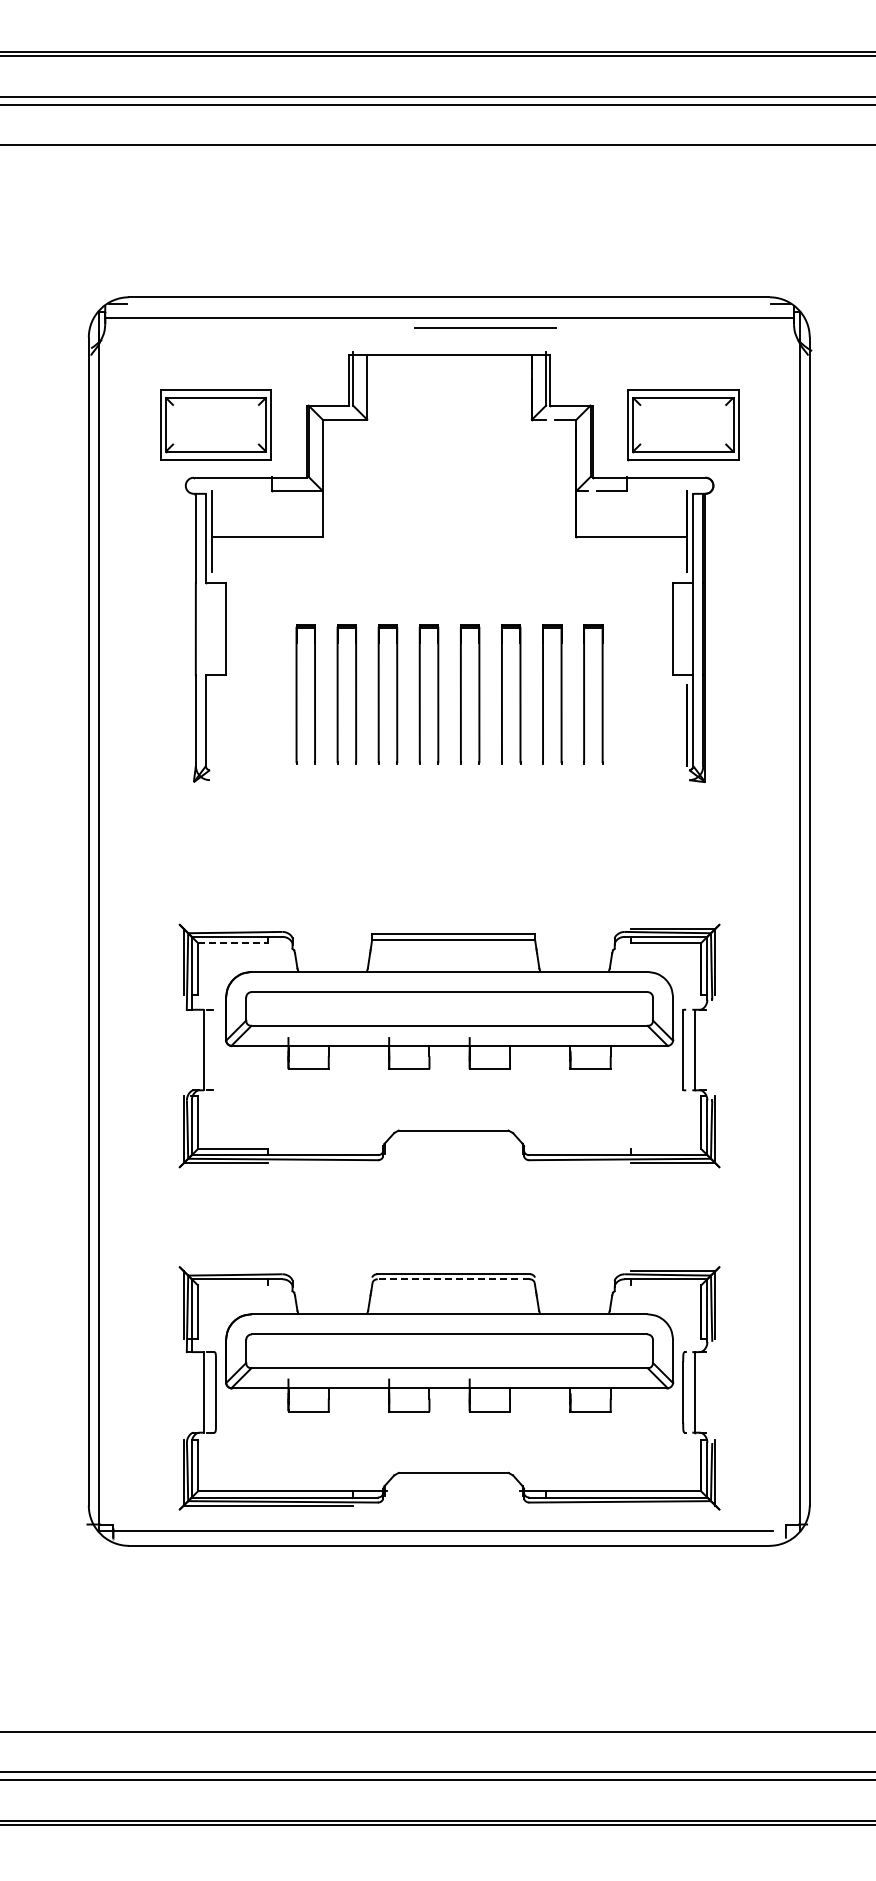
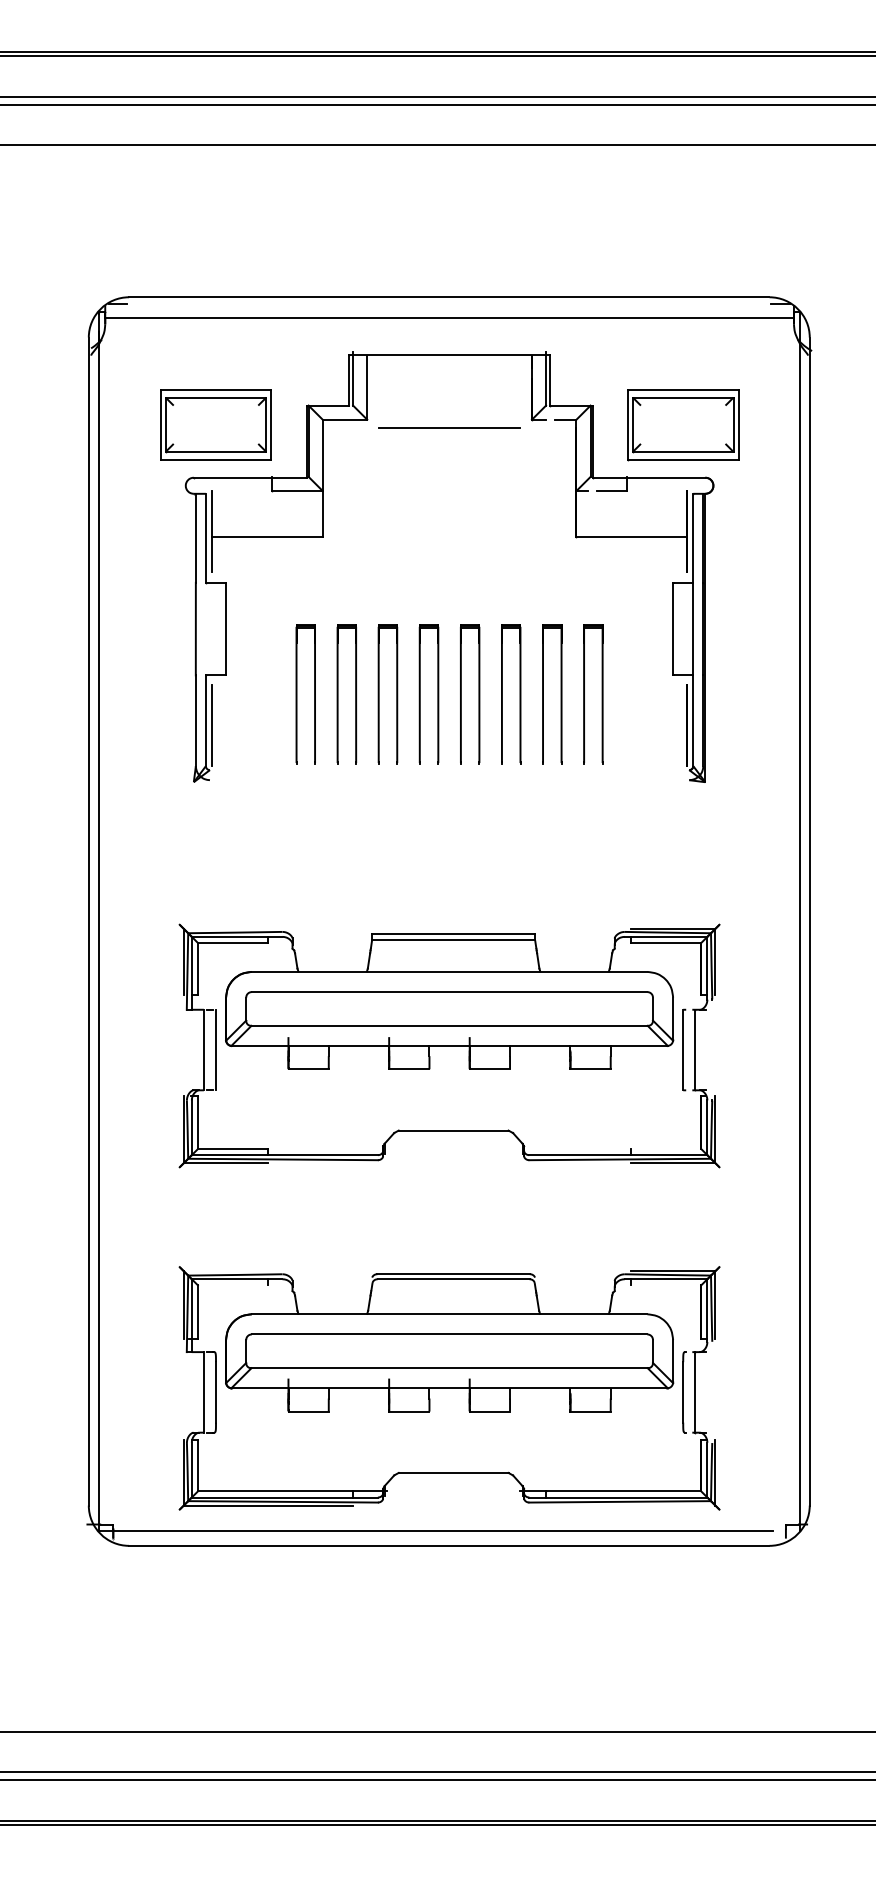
line at (485, 327) position: (485, 327) -> (449, 427)
line at (211, 724): none -> present
line at (233, 942): dashed -> solid
line at (216, 1049): none -> present
line at (453, 1279): dashed -> solid
